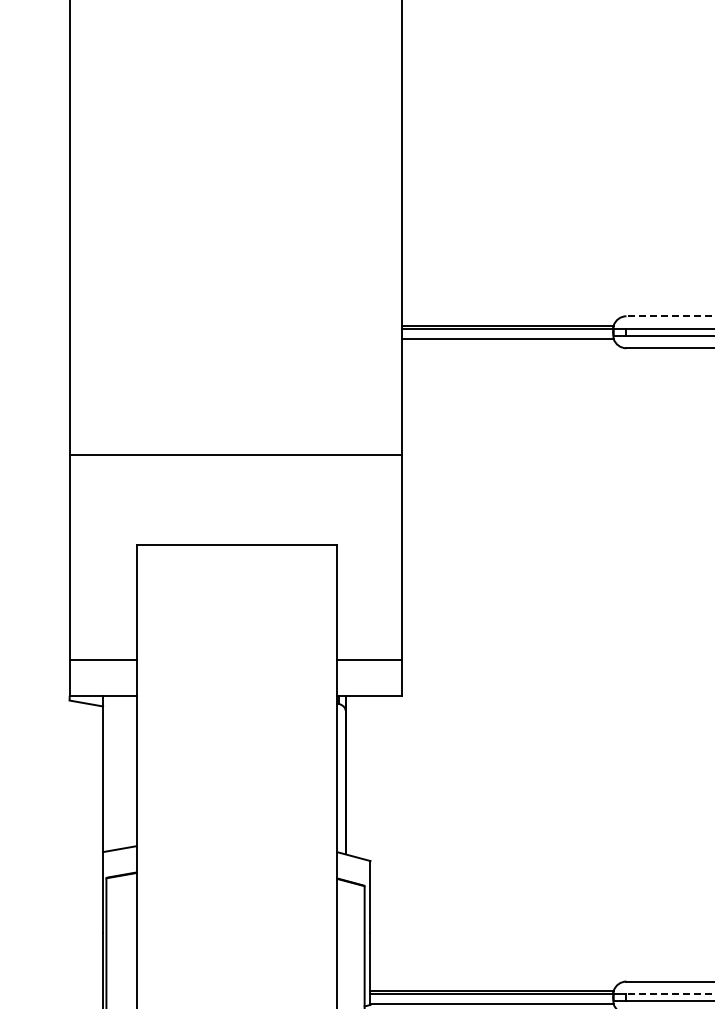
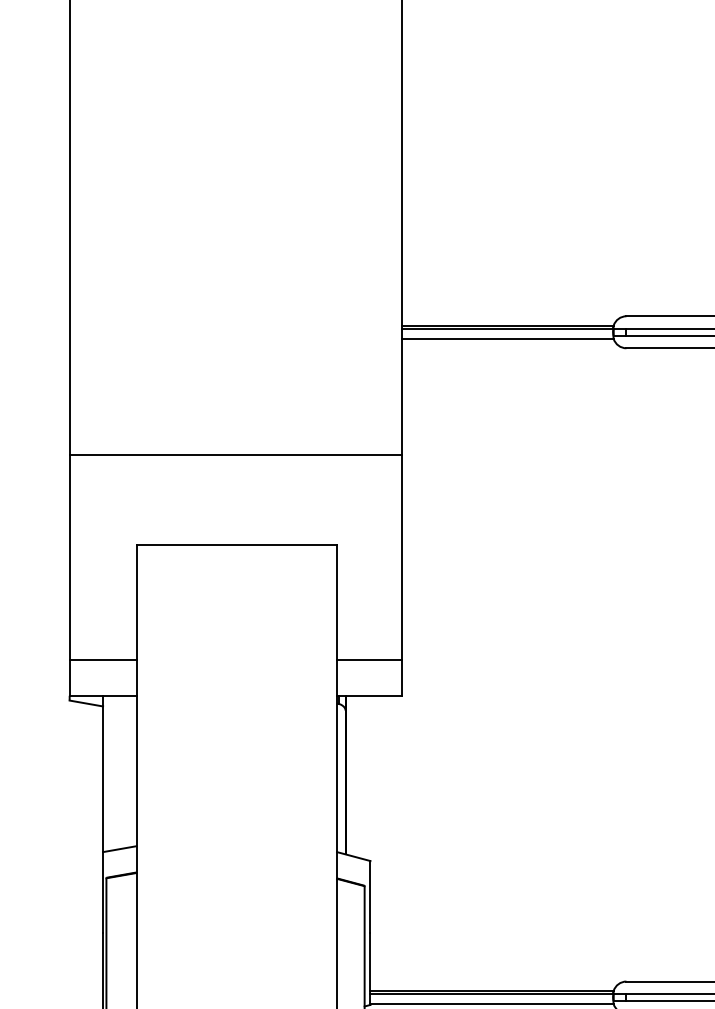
line at (670, 316): dashed -> solid
line at (670, 994): dashed -> solid
